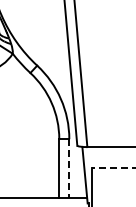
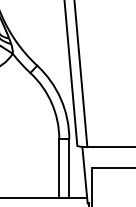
line at (69, 168): dashed -> solid
line at (113, 168): dashed -> solid
